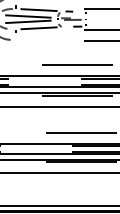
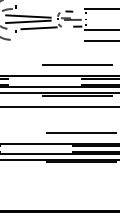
line at (38, 10): present -> none
line at (59, 173): present -> none
line at (59, 205): present -> none
